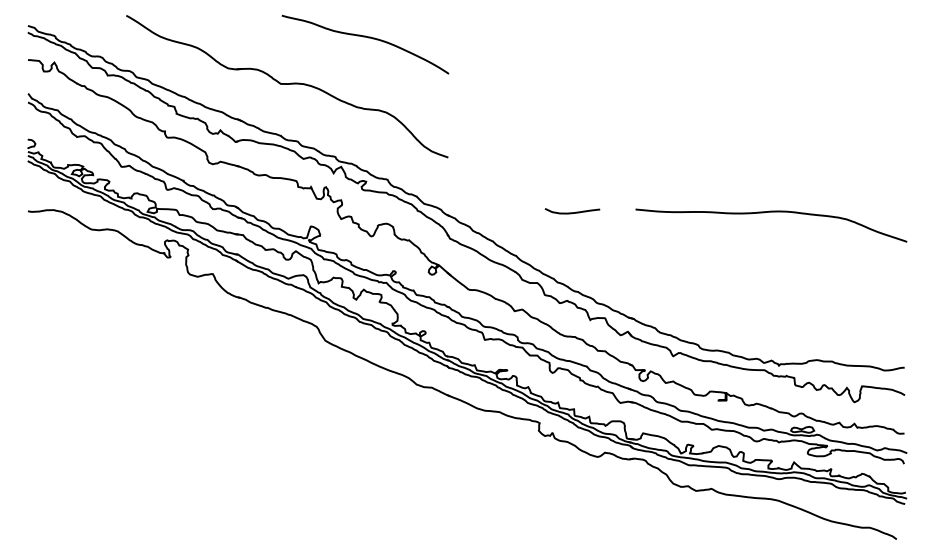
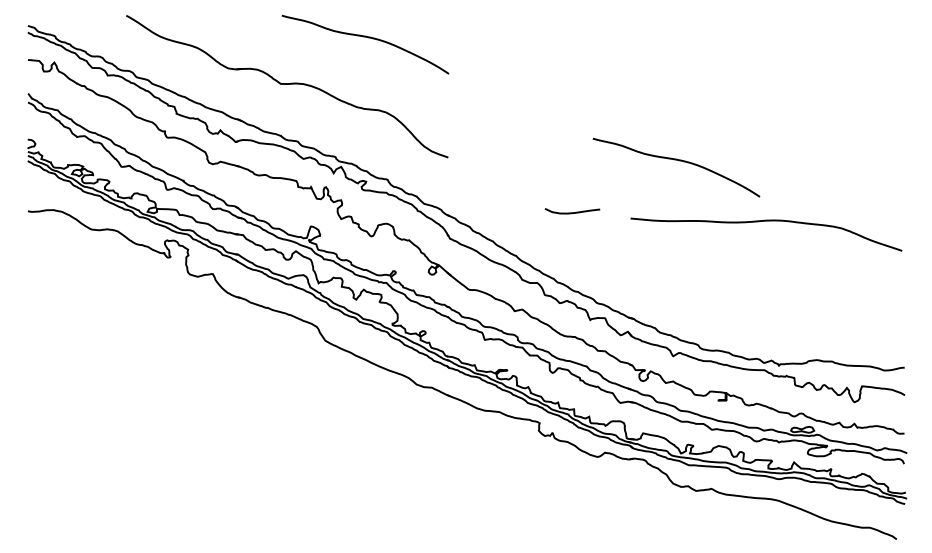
curve at (679, 161): none -> present
curve at (771, 212) position: (771, 212) -> (766, 221)
